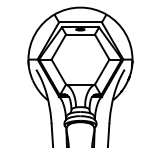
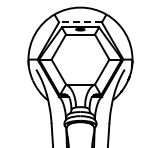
line at (79, 22): solid -> dashed
